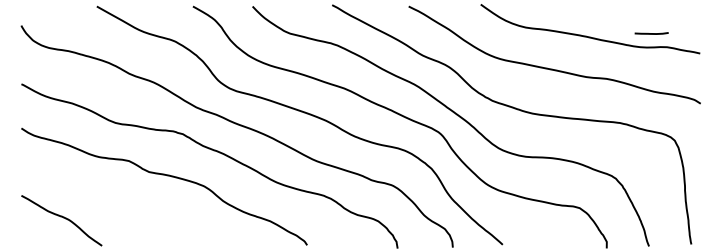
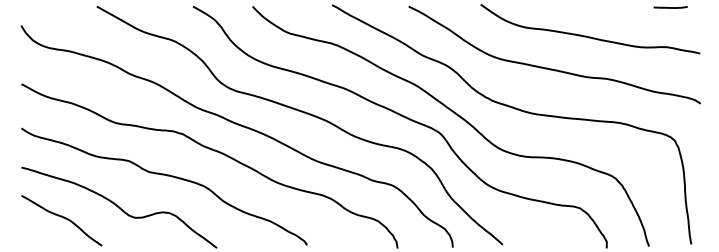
line at (651, 33) position: (651, 33) -> (670, 7)
curve at (119, 207): none -> present
